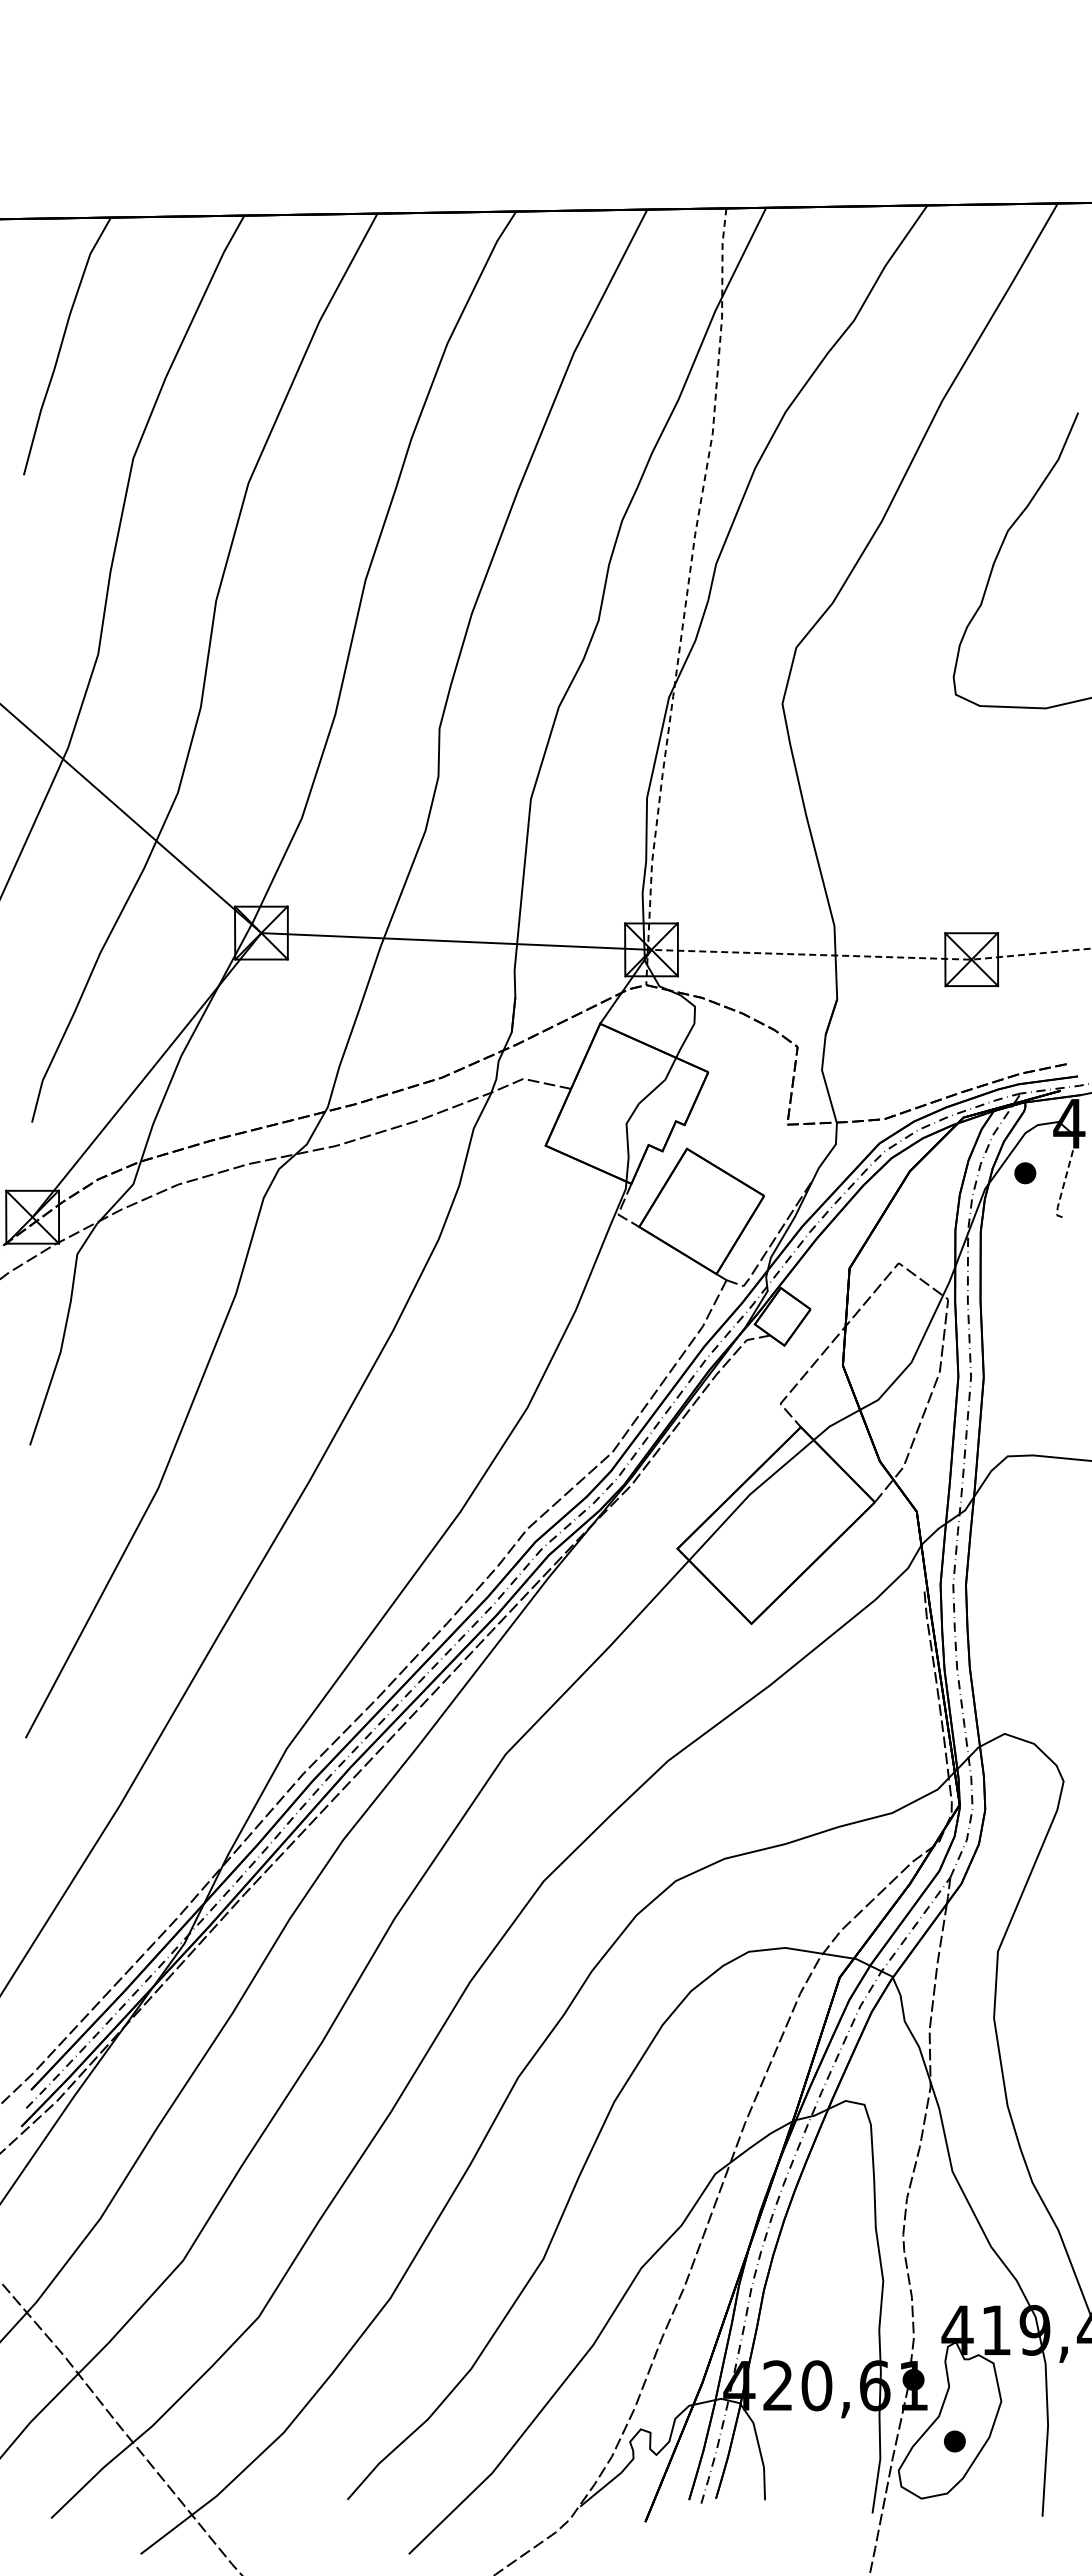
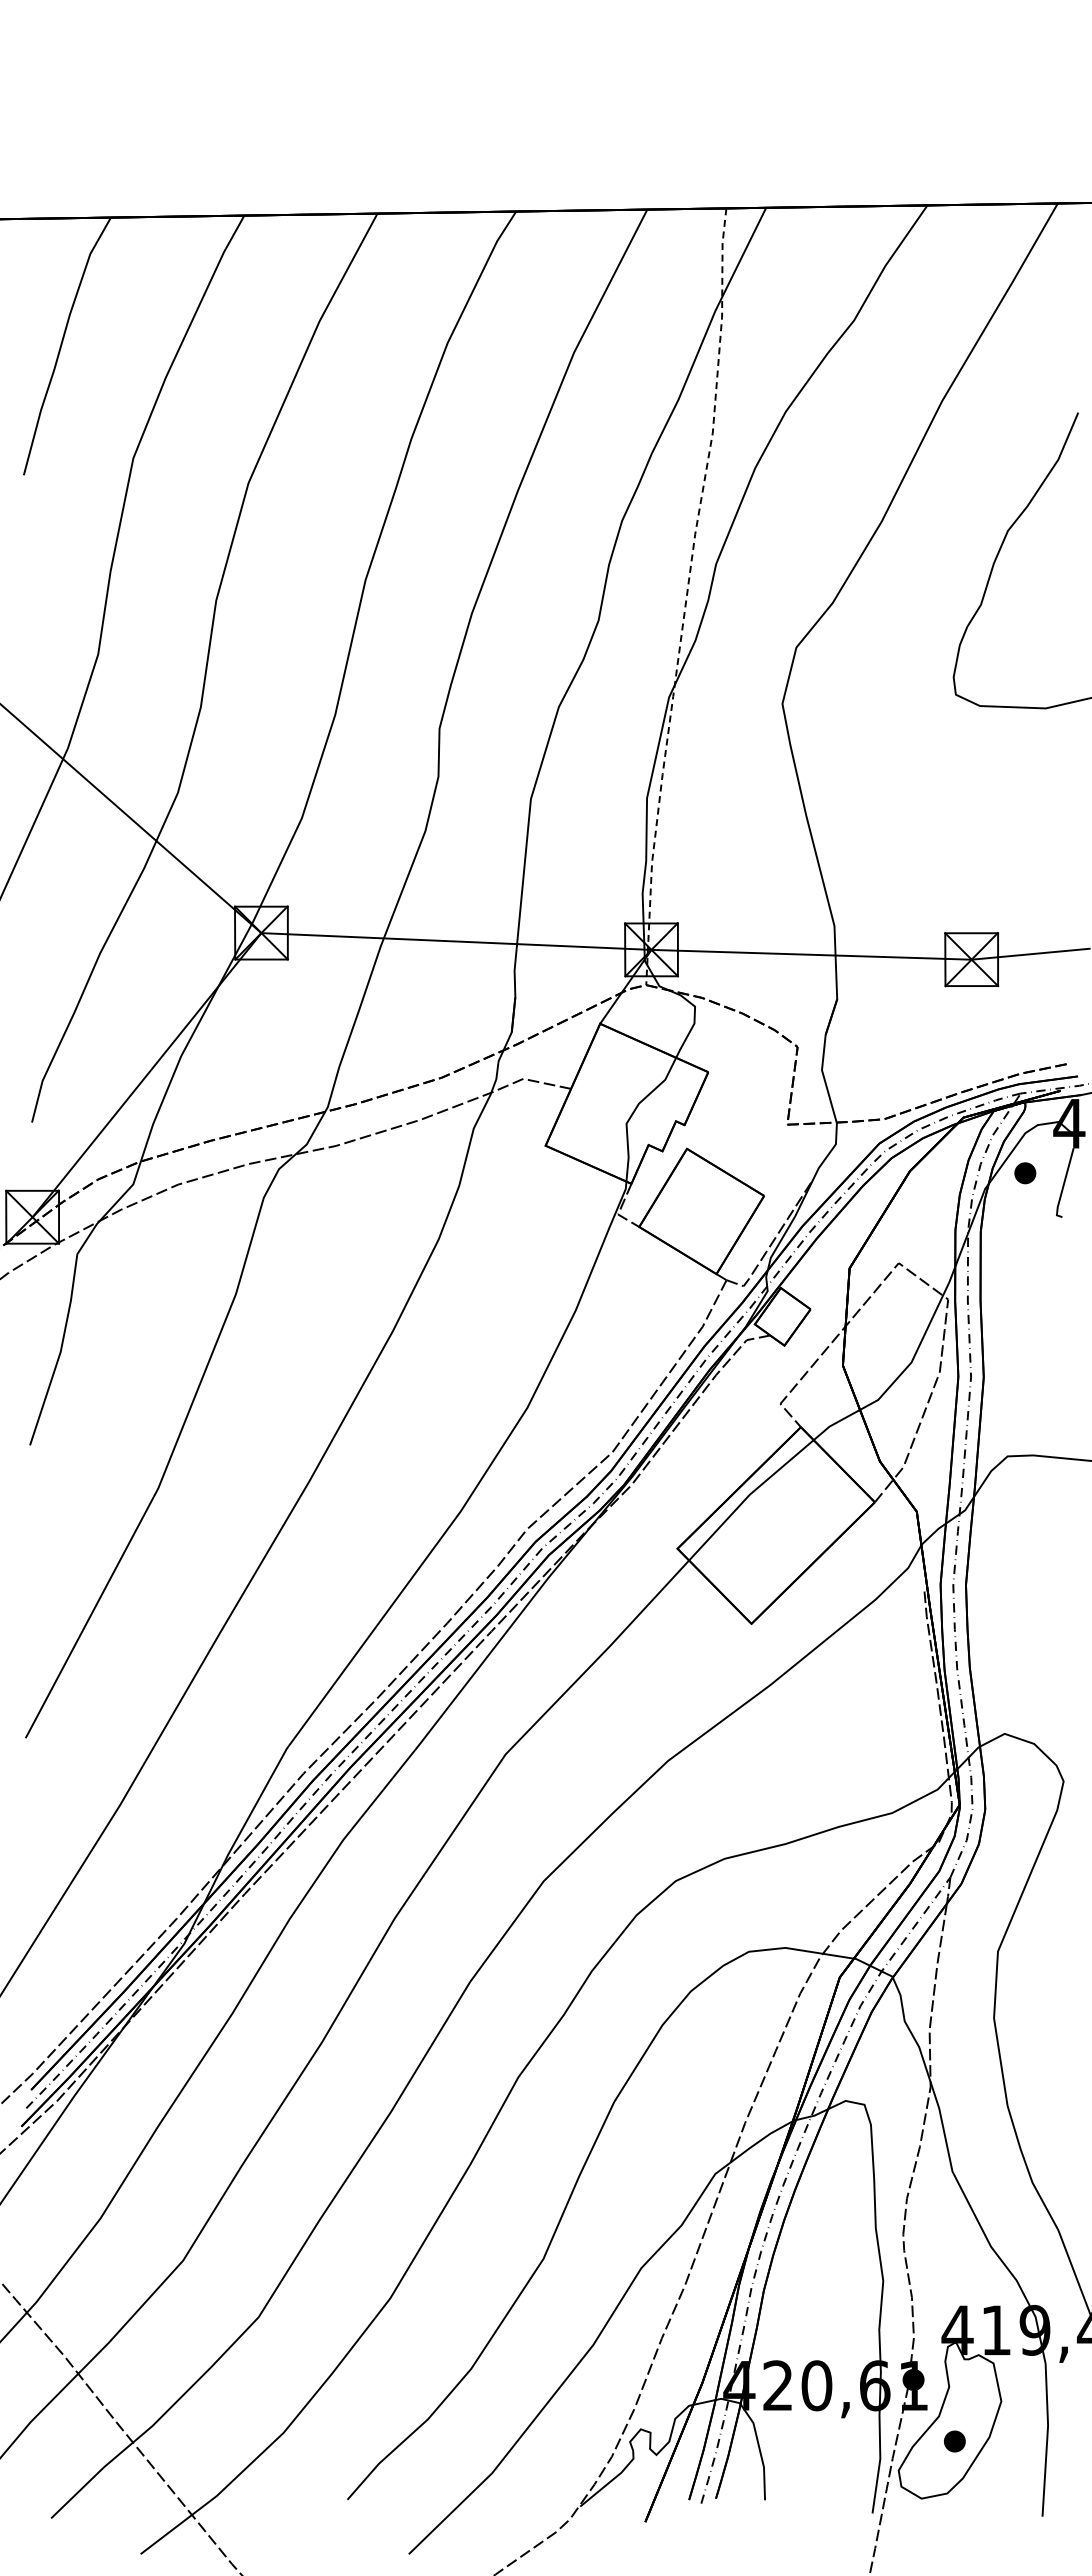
line at (871, 956): dashed -> solid
line at (1063, 1185): dashed -> solid
